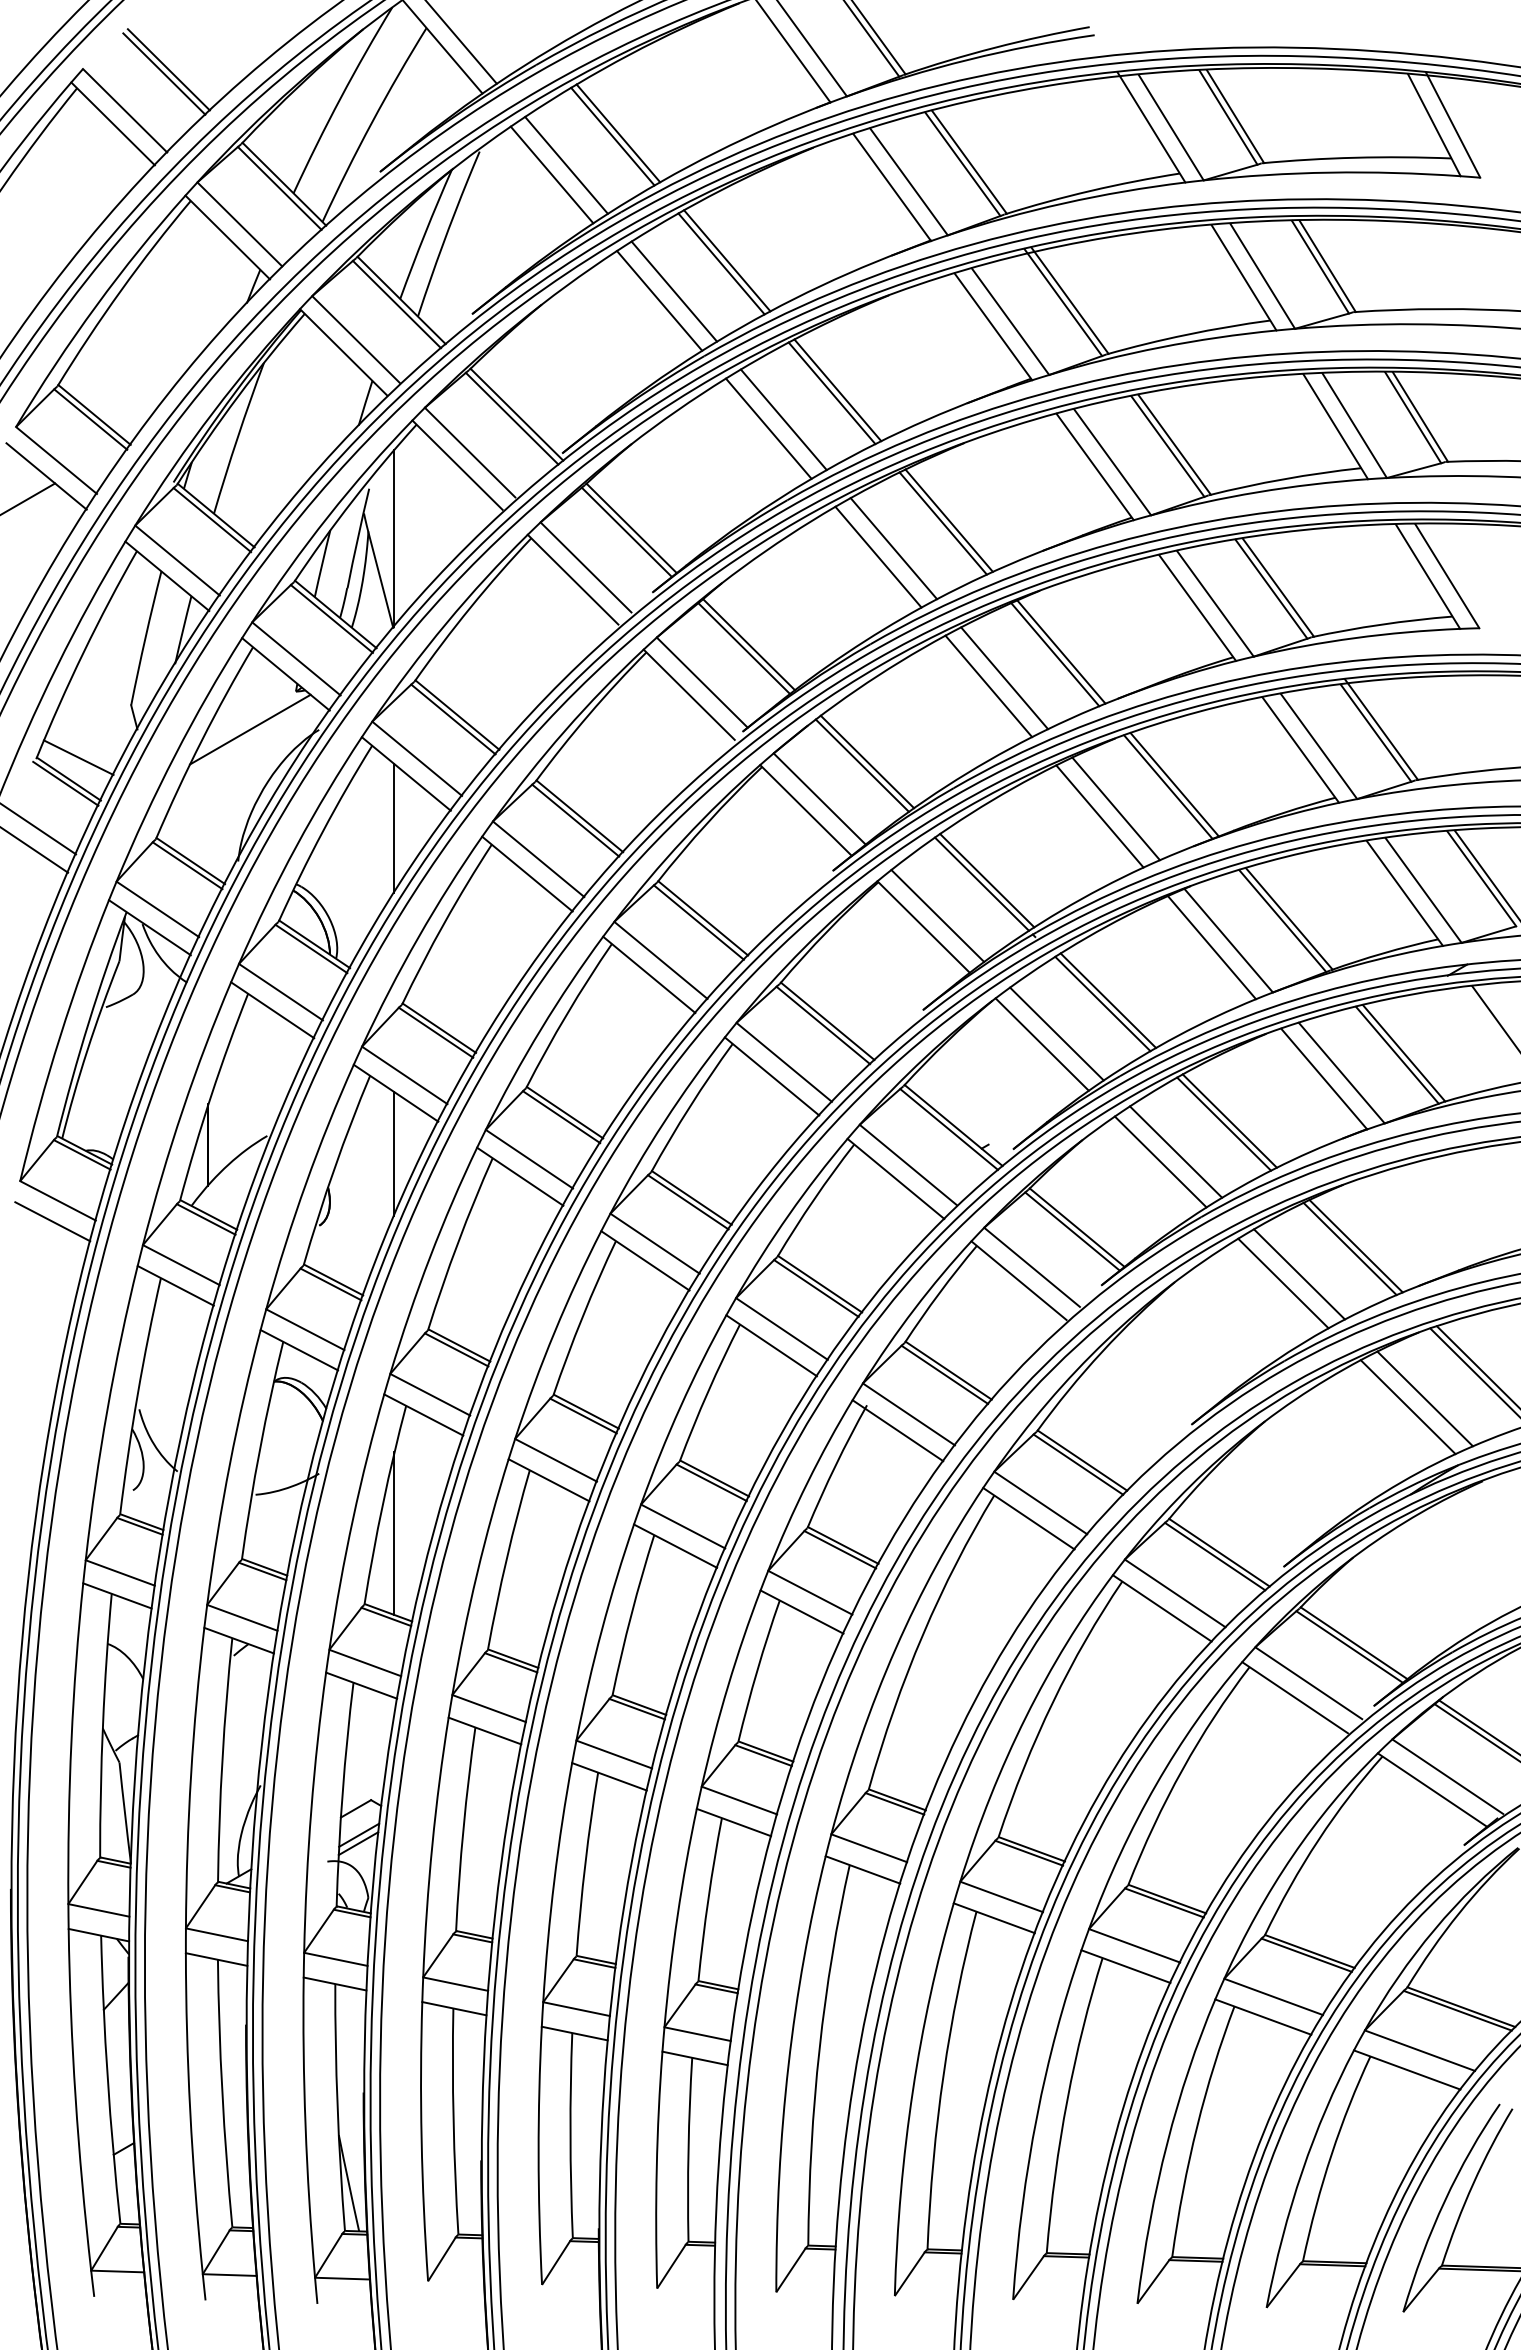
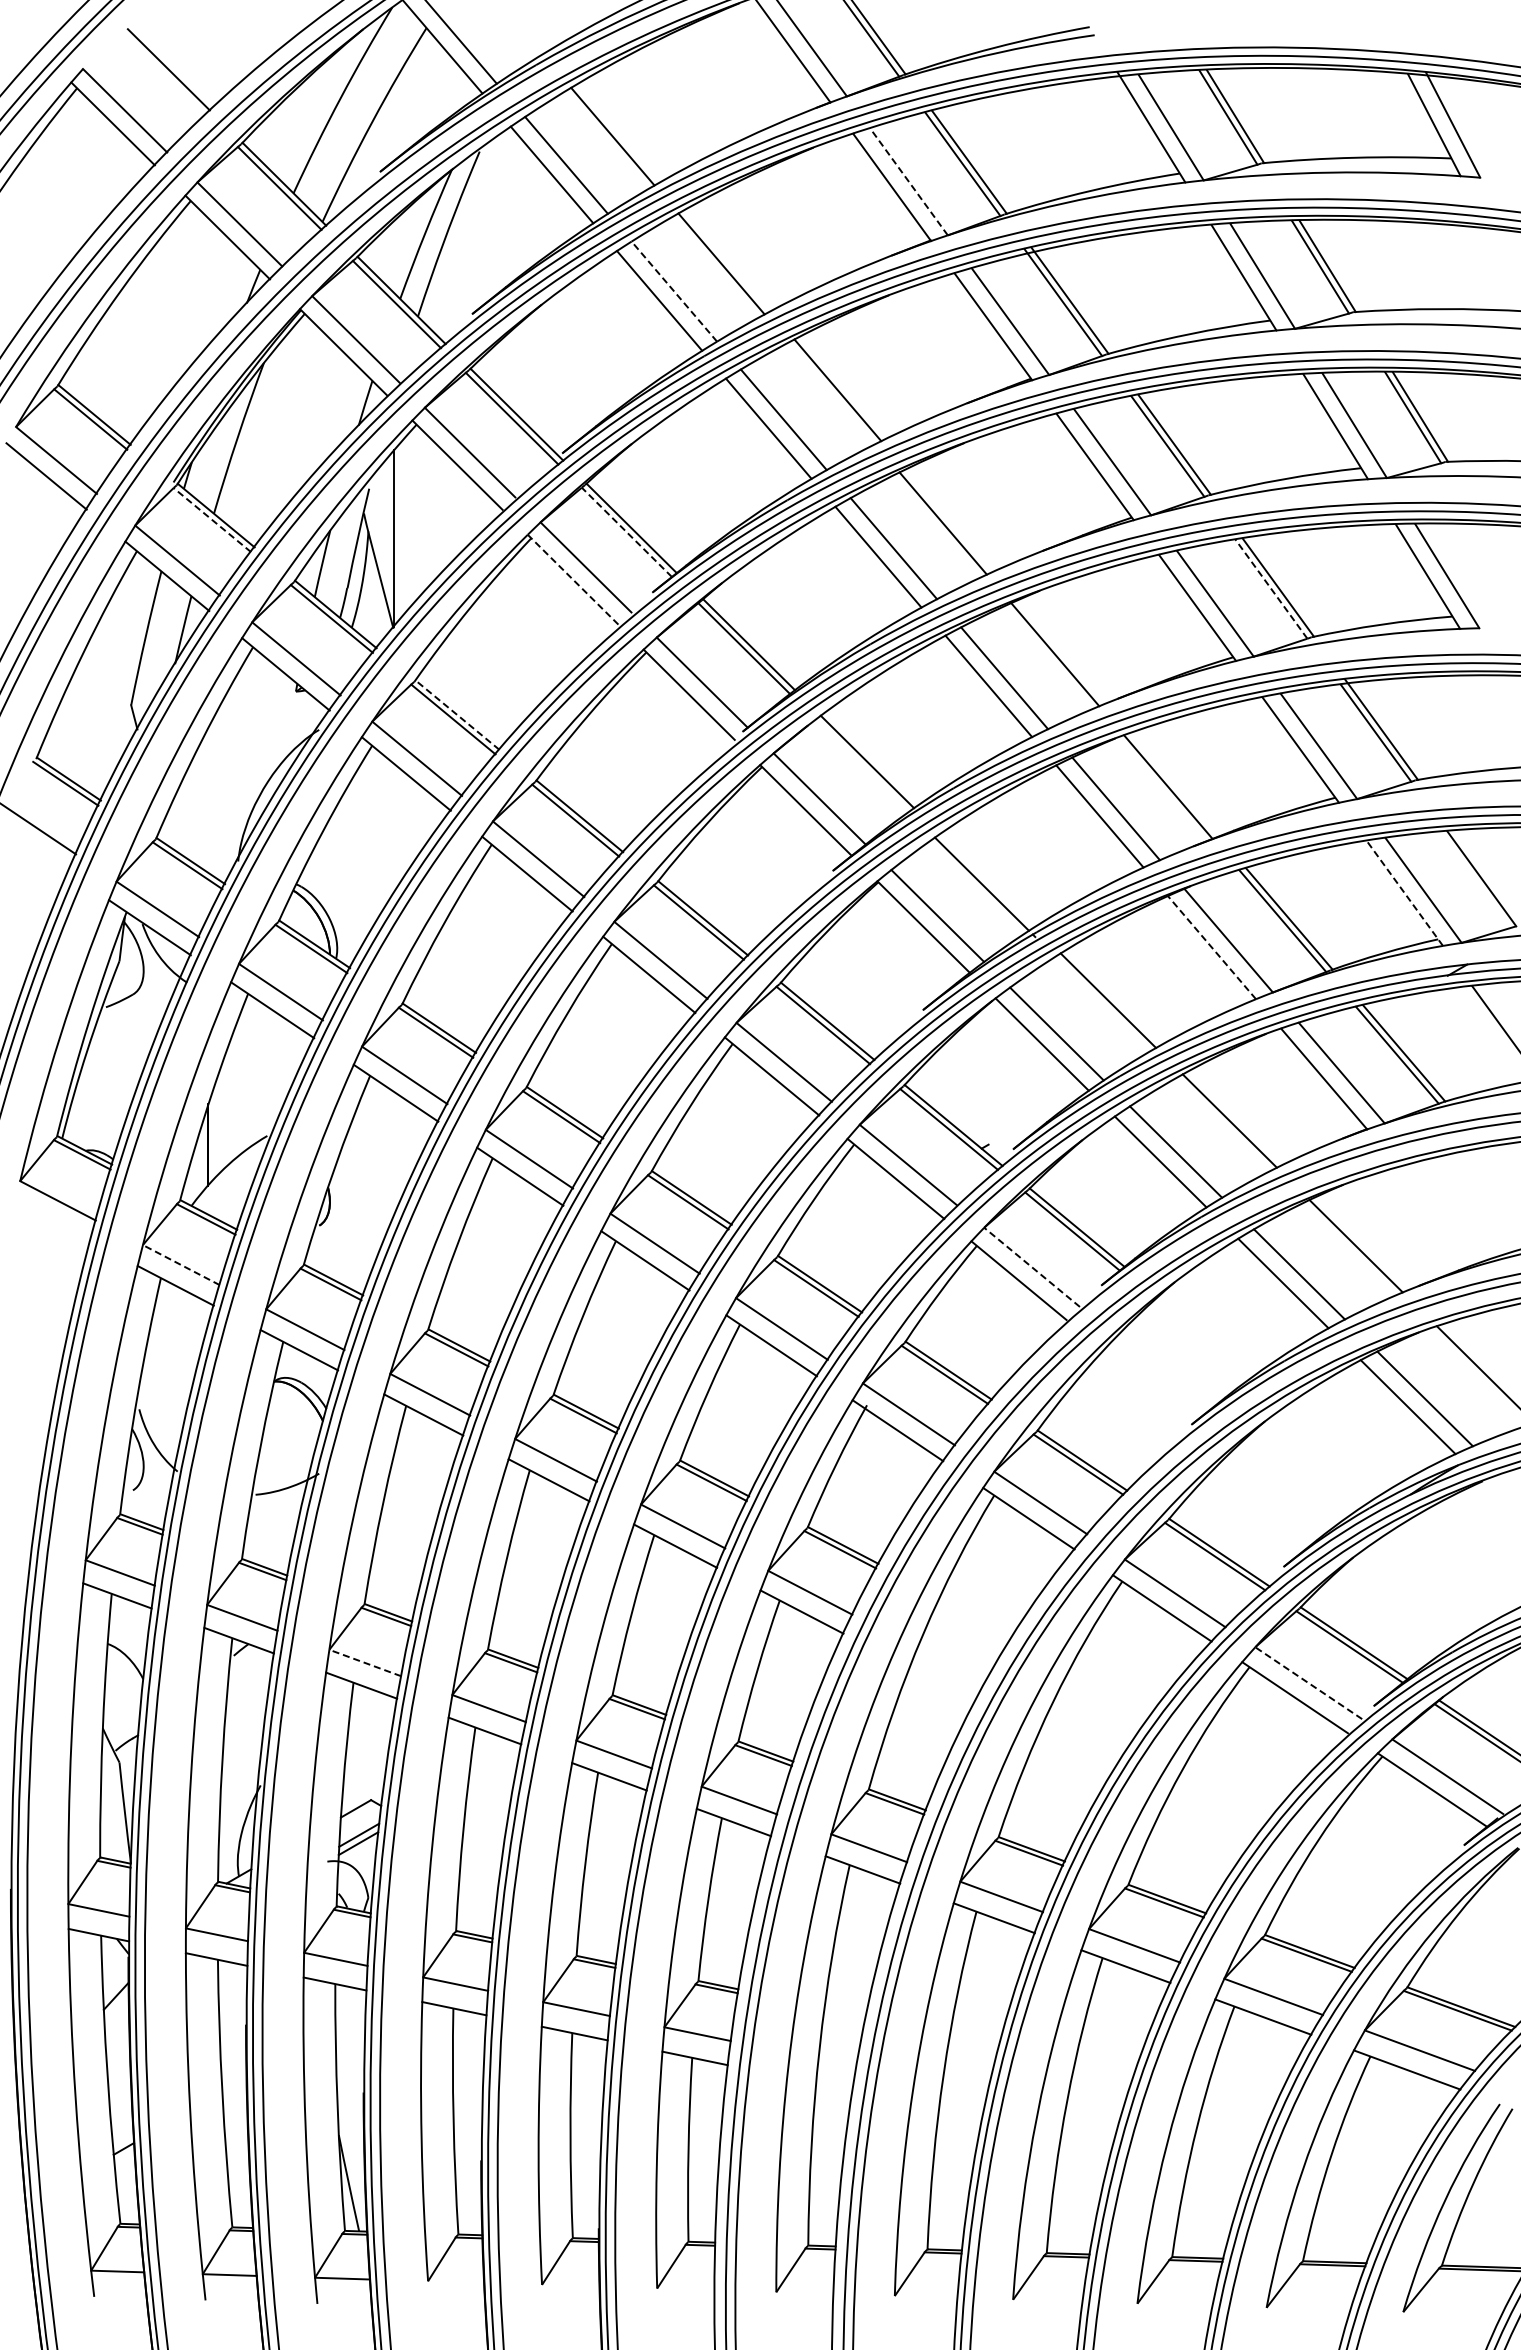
line at (164, 73): present -> none
line at (618, 133): present -> none
line at (908, 181): solid -> dashed
line at (727, 260): present -> none
line at (674, 291): solid -> dashed
line at (831, 393): present -> none
line at (28, 498): present -> none
line at (211, 519): solid -> dashed
line at (948, 520): present -> none
line at (626, 532): solid -> dashed
line at (573, 579): solid -> dashed
line at (1271, 588): solid -> dashed
line at (1061, 651): present -> none
line at (457, 714): solid -> dashed
line at (250, 729): present -> none
line at (78, 757): present -> none
line at (861, 765): present -> none
line at (1174, 784): present -> none
line at (394, 828): present -> none
line at (35, 850): present -> none
line at (1485, 873): present -> none
line at (987, 880): present -> none
line at (1404, 893): solid -> dashed
line at (1211, 947): solid -> dashed
line at (1102, 1003): present -> none
line at (1224, 1123): present -> none
line at (394, 1153): present -> none
line at (52, 1221): present -> none
line at (1349, 1248): present -> none
line at (180, 1264): solid -> dashed
line at (1031, 1267): solid -> dashed
line at (1473, 1371): present -> none
line at (394, 1533): present -> none
line at (364, 1662): solid -> dashed
line at (1308, 1682): solid -> dashed
